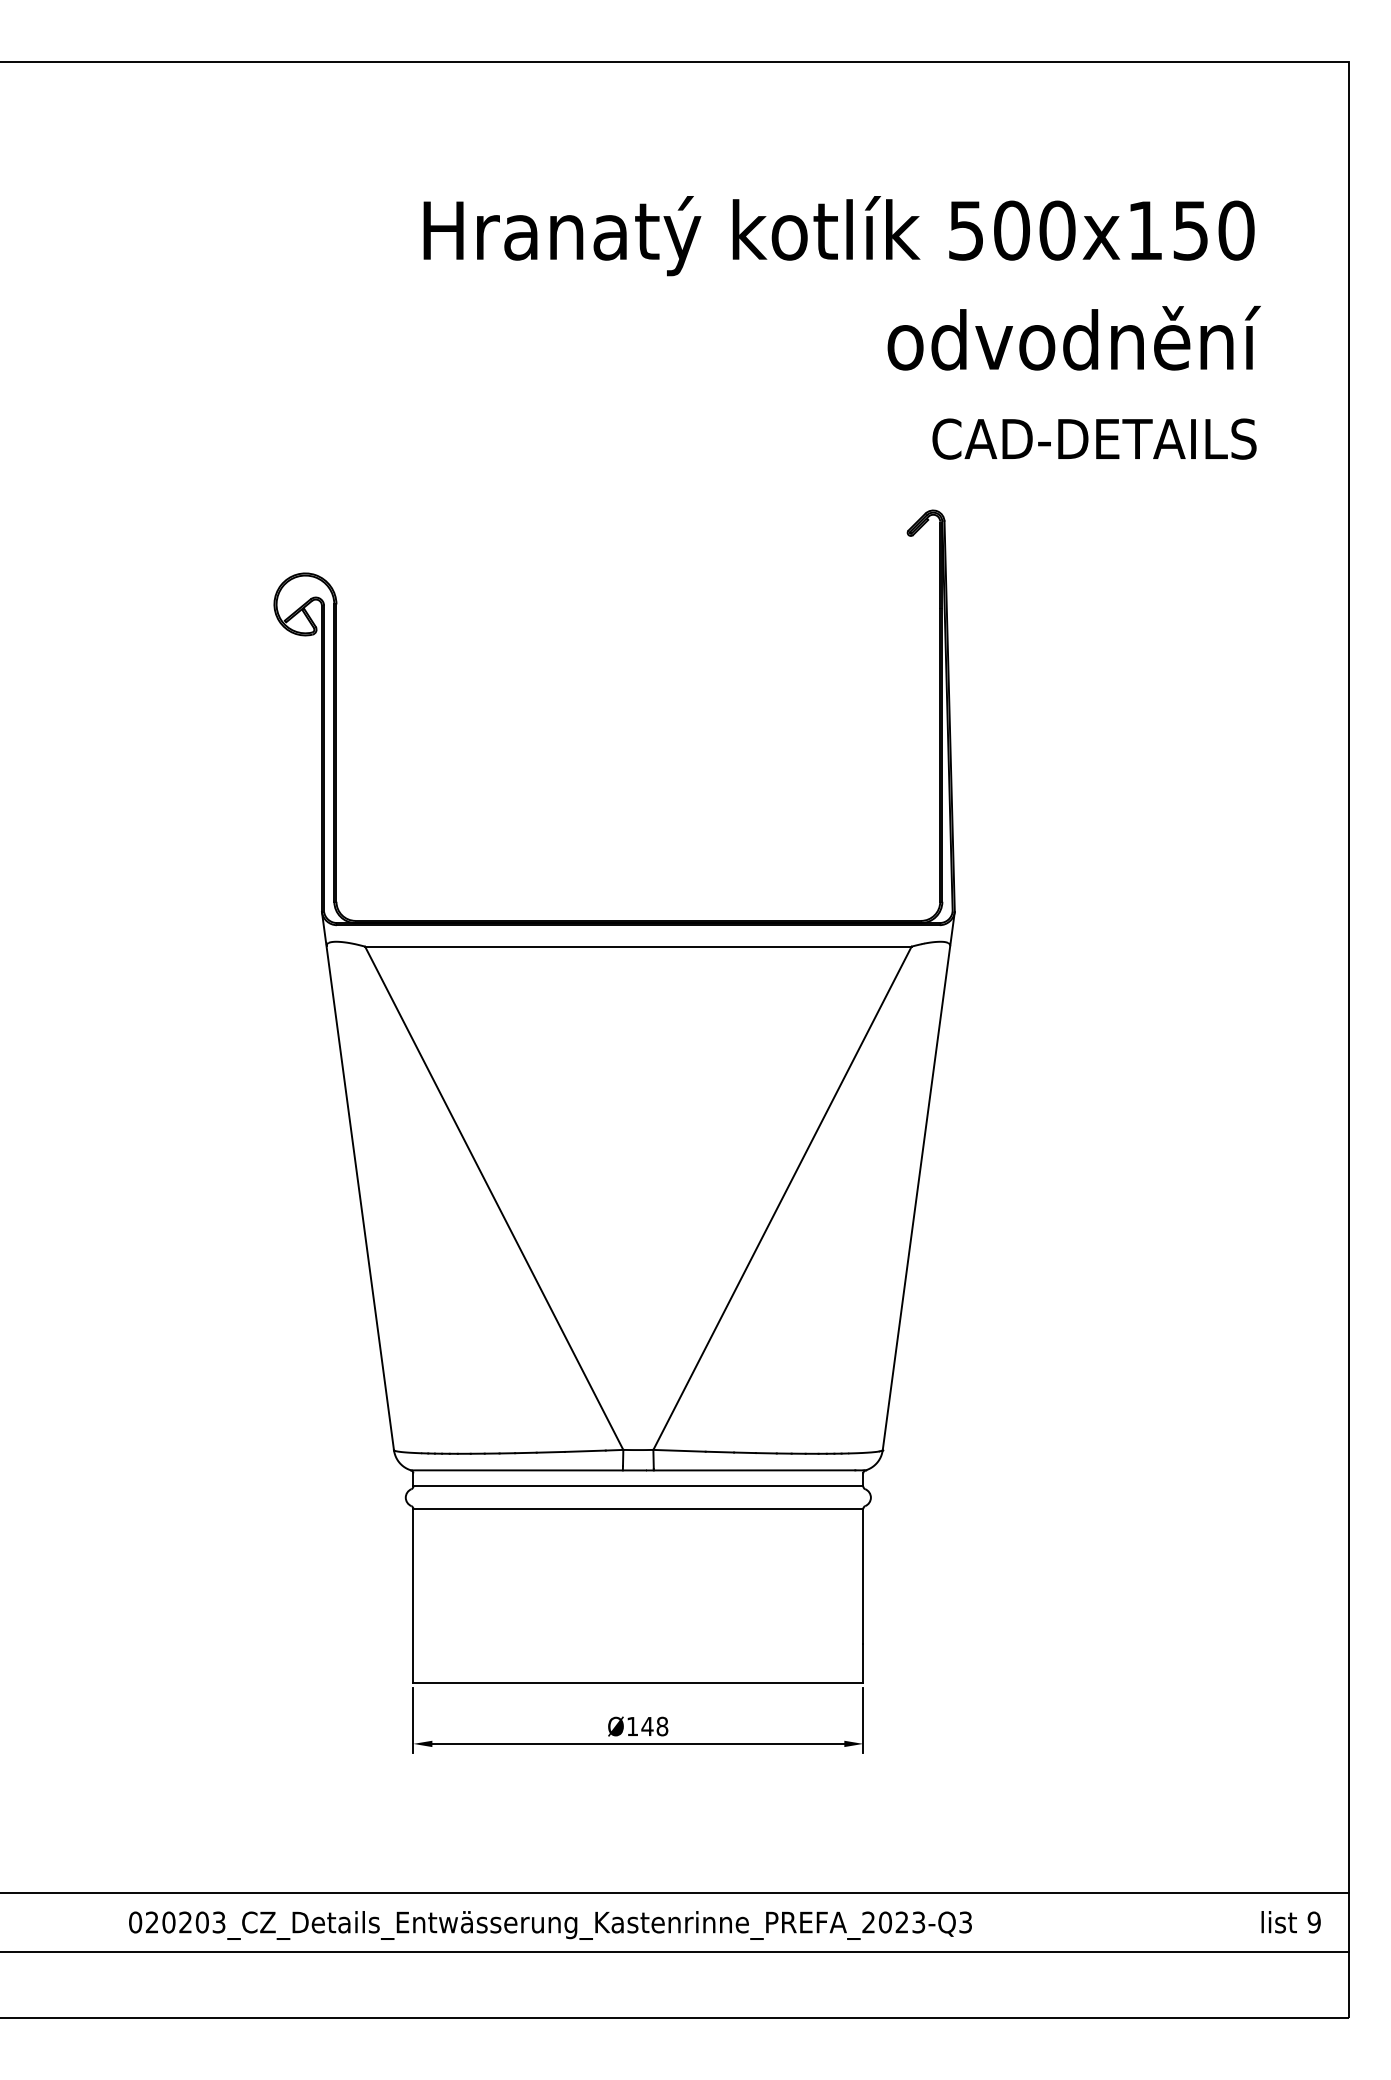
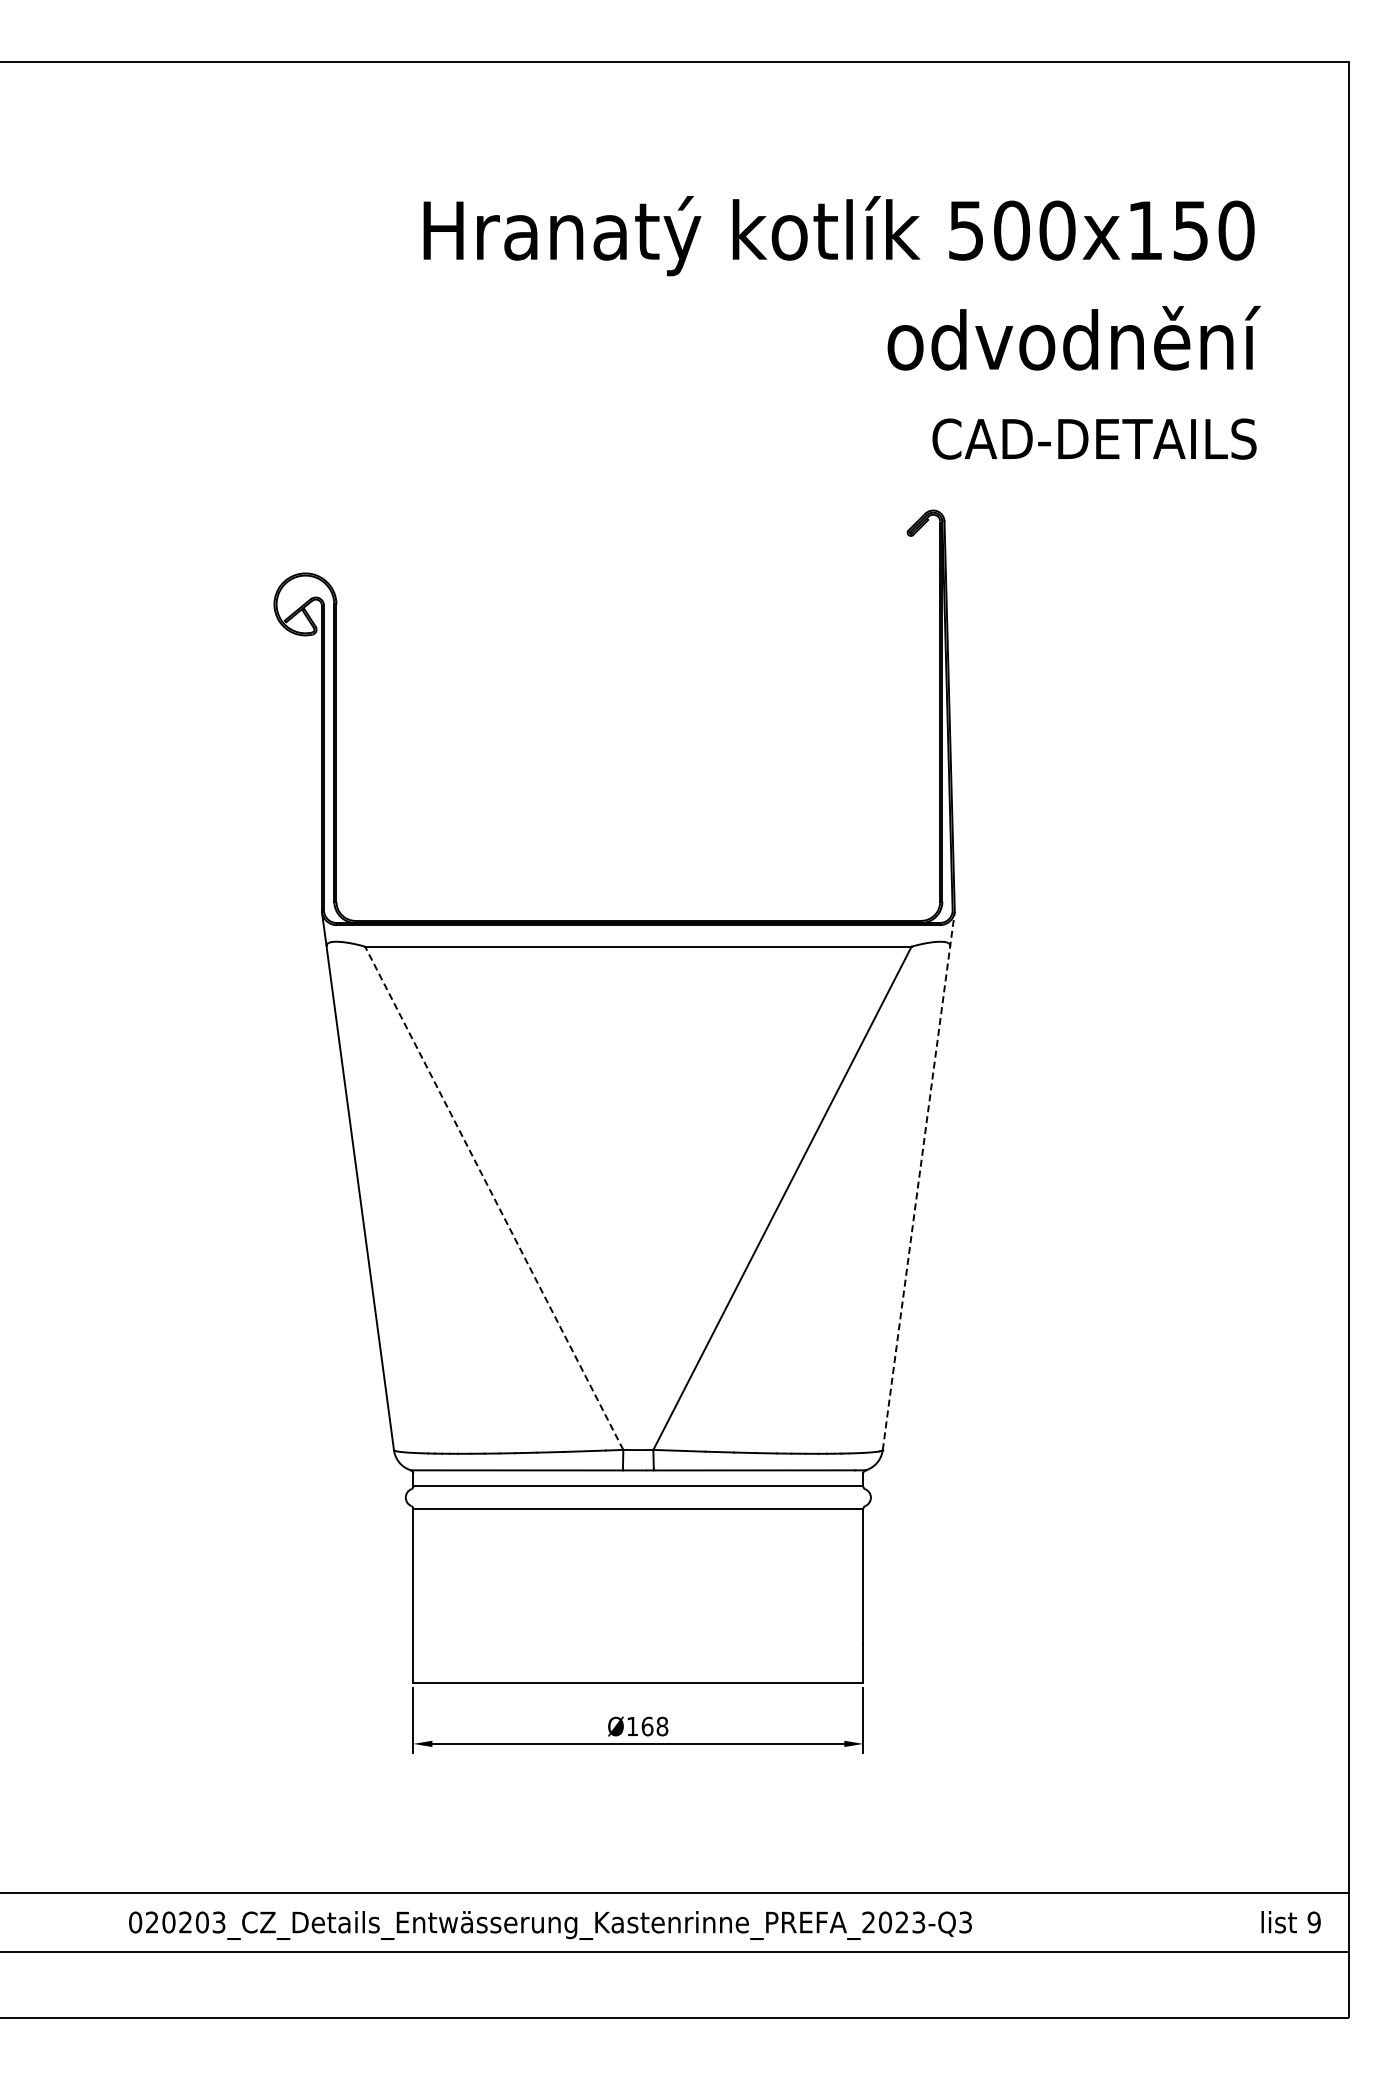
line at (918, 1181): solid -> dashed
line at (494, 1198): solid -> dashed
text at (647, 1726): Ø148 -> Ø168
